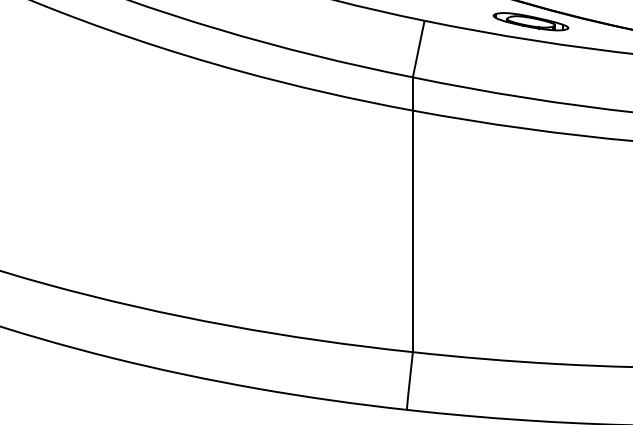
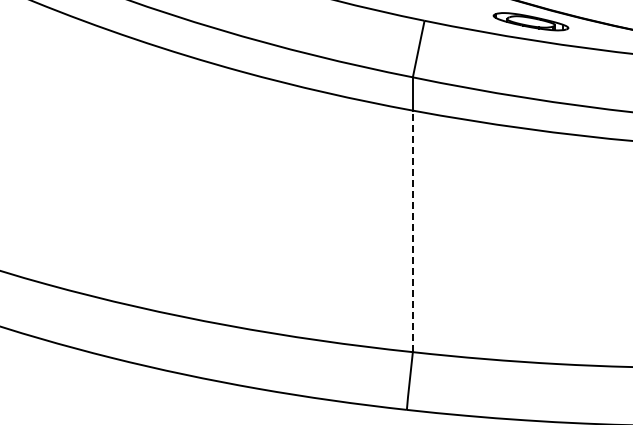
line at (412, 231): solid -> dashed
